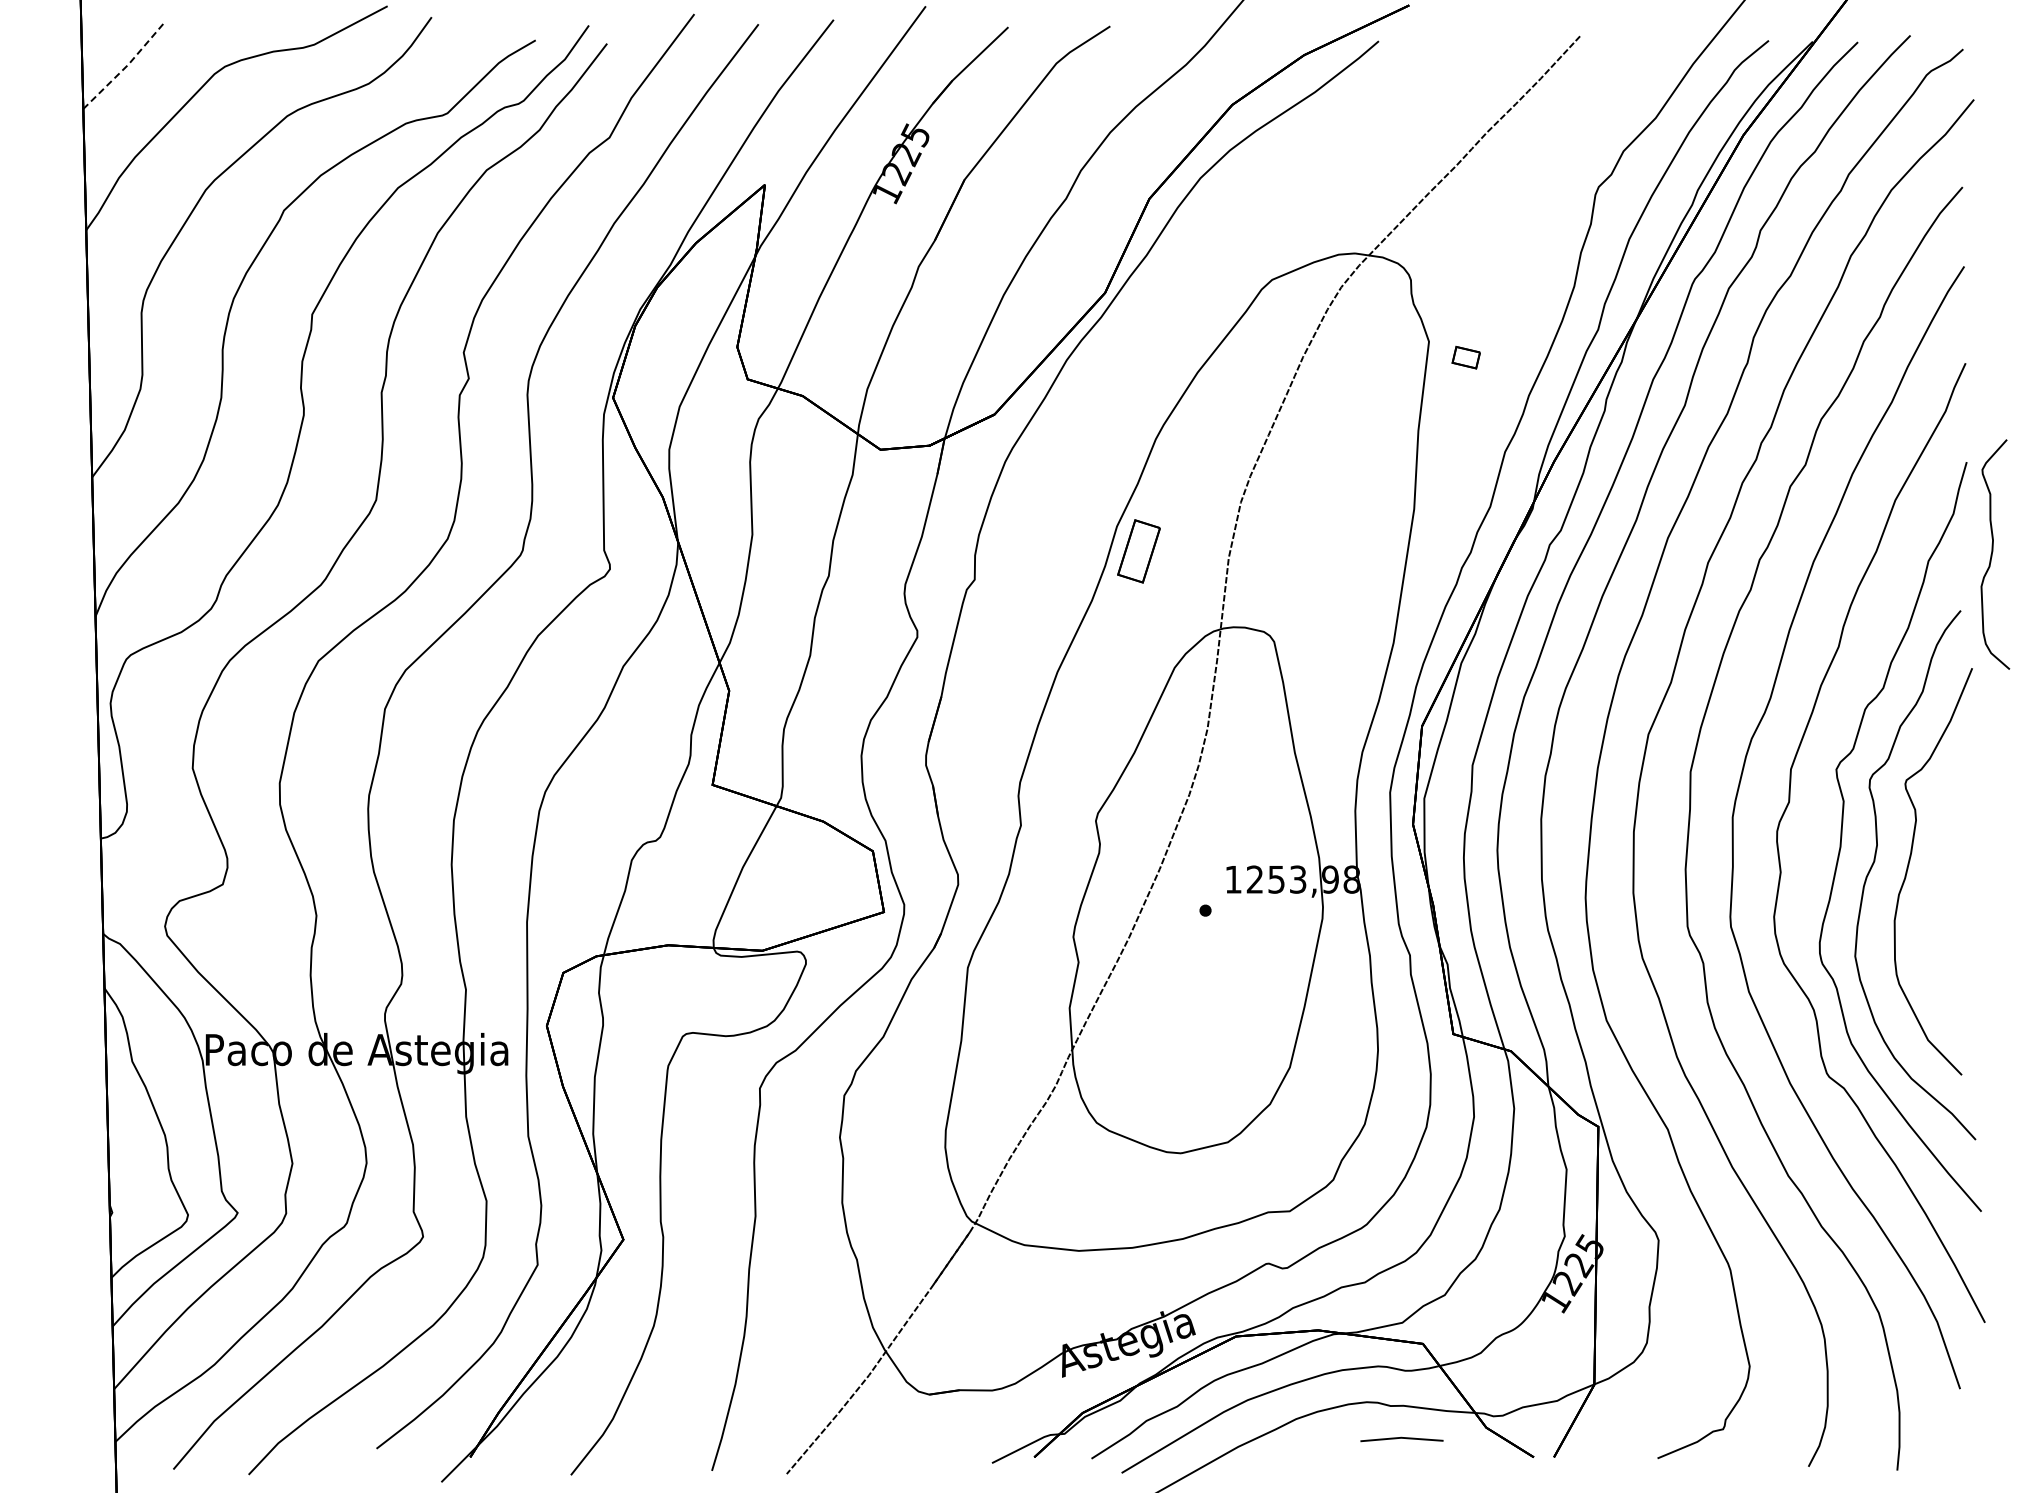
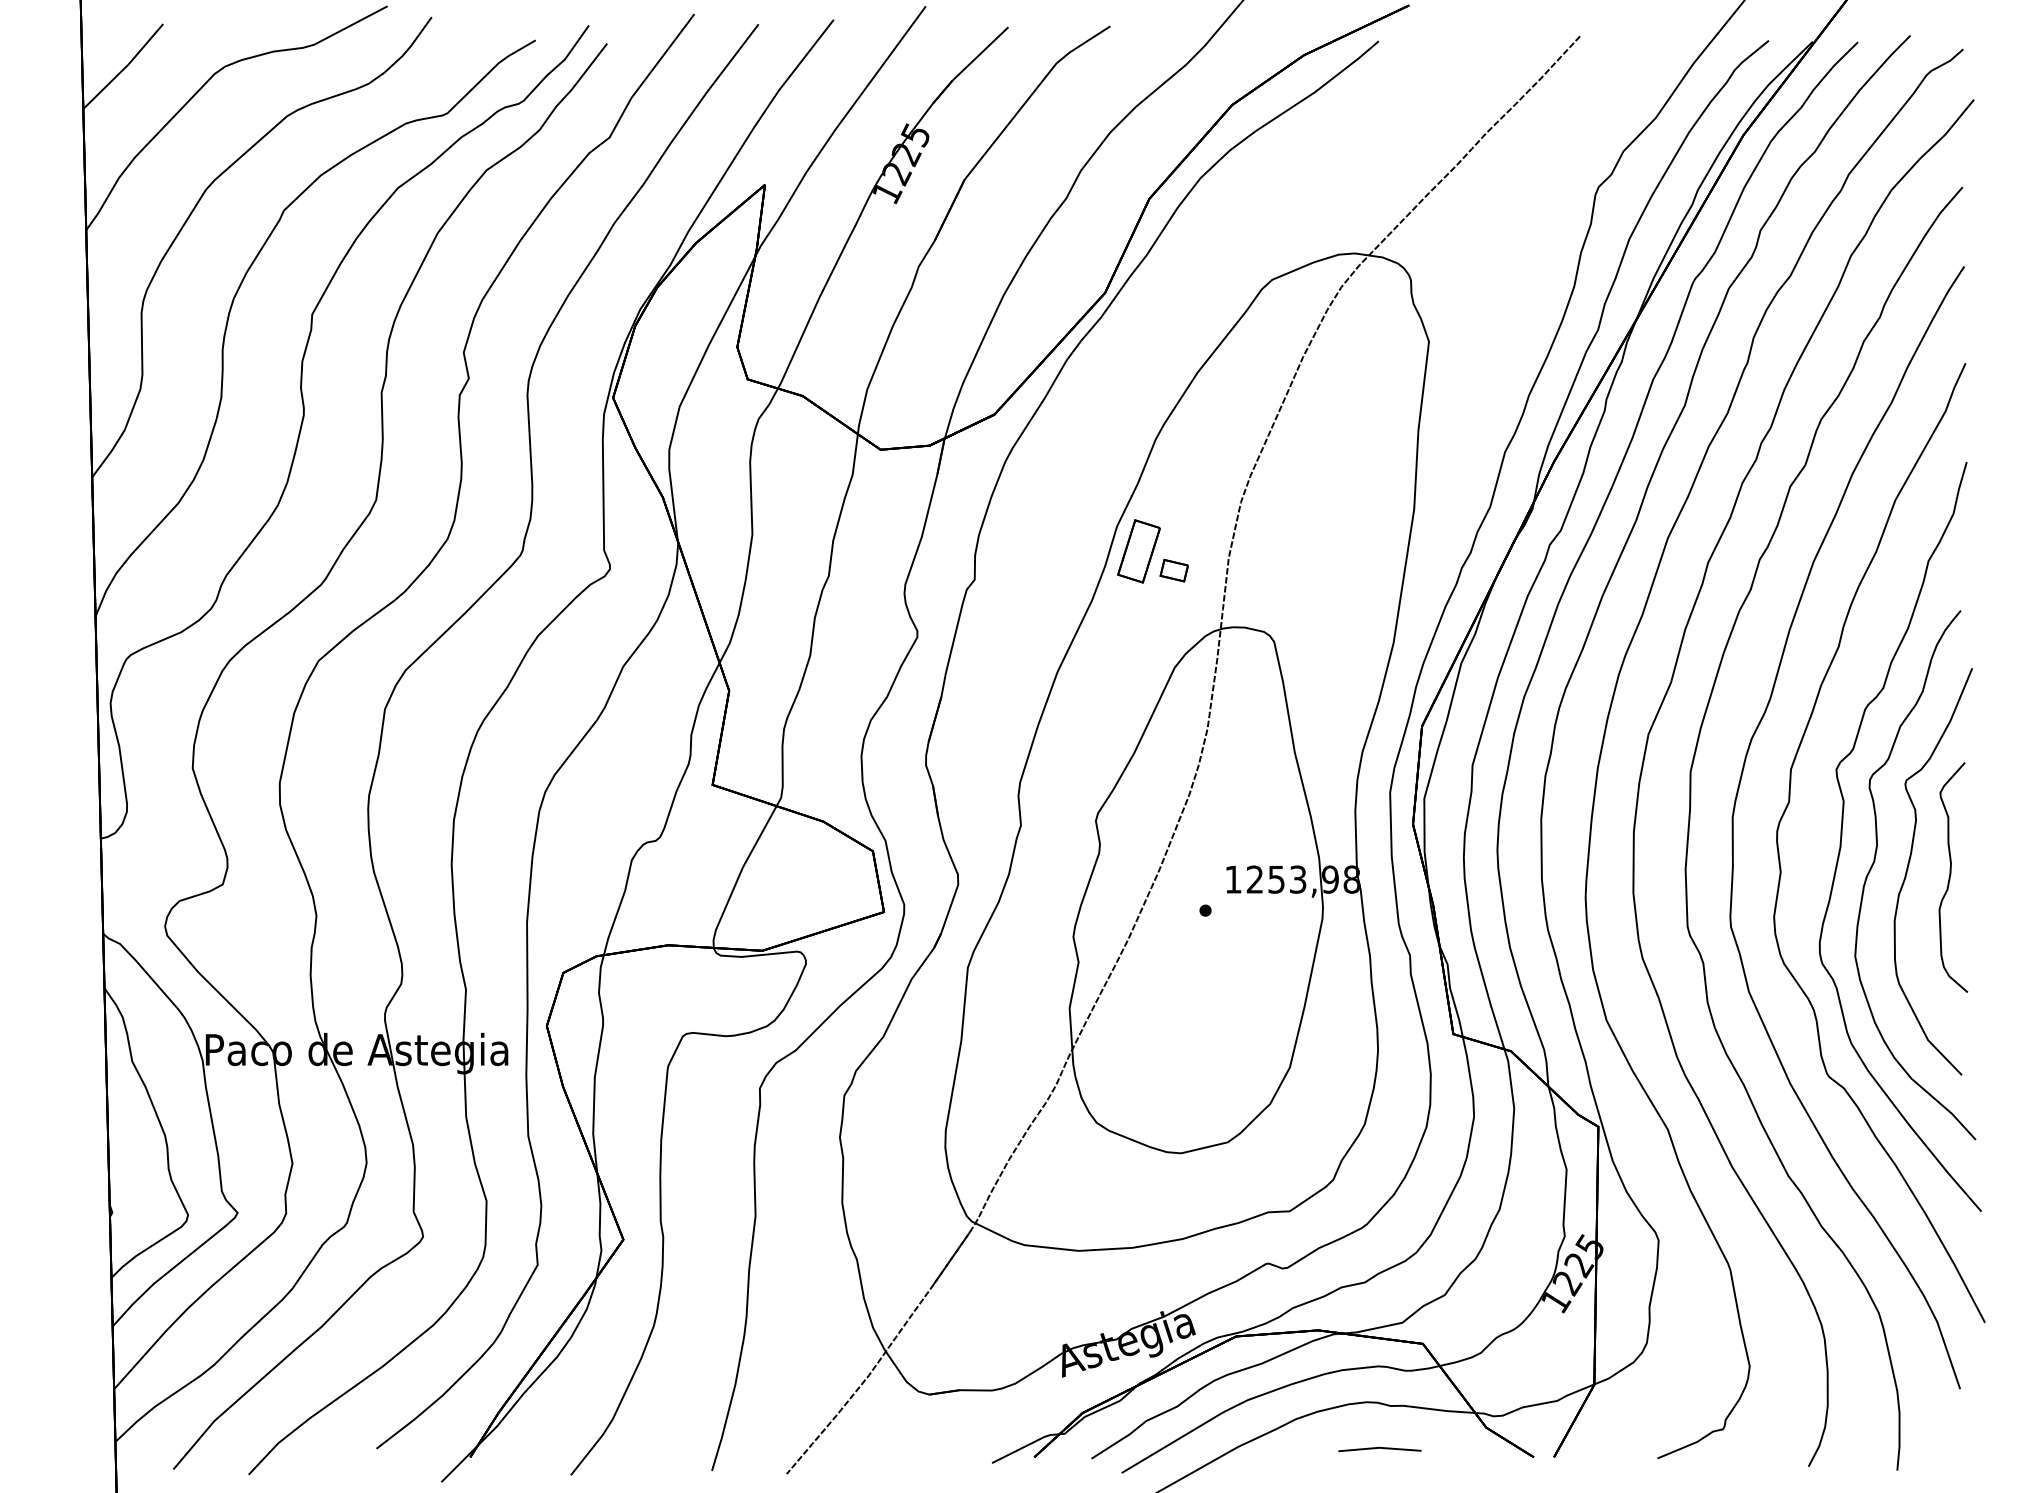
line at (124, 68): dashed -> solid
part at (1465, 357) position: (1465, 357) -> (1173, 570)
curve at (1992, 554) position: (1992, 554) -> (1950, 877)
line at (1401, 1438) position: (1401, 1438) -> (1379, 1448)
